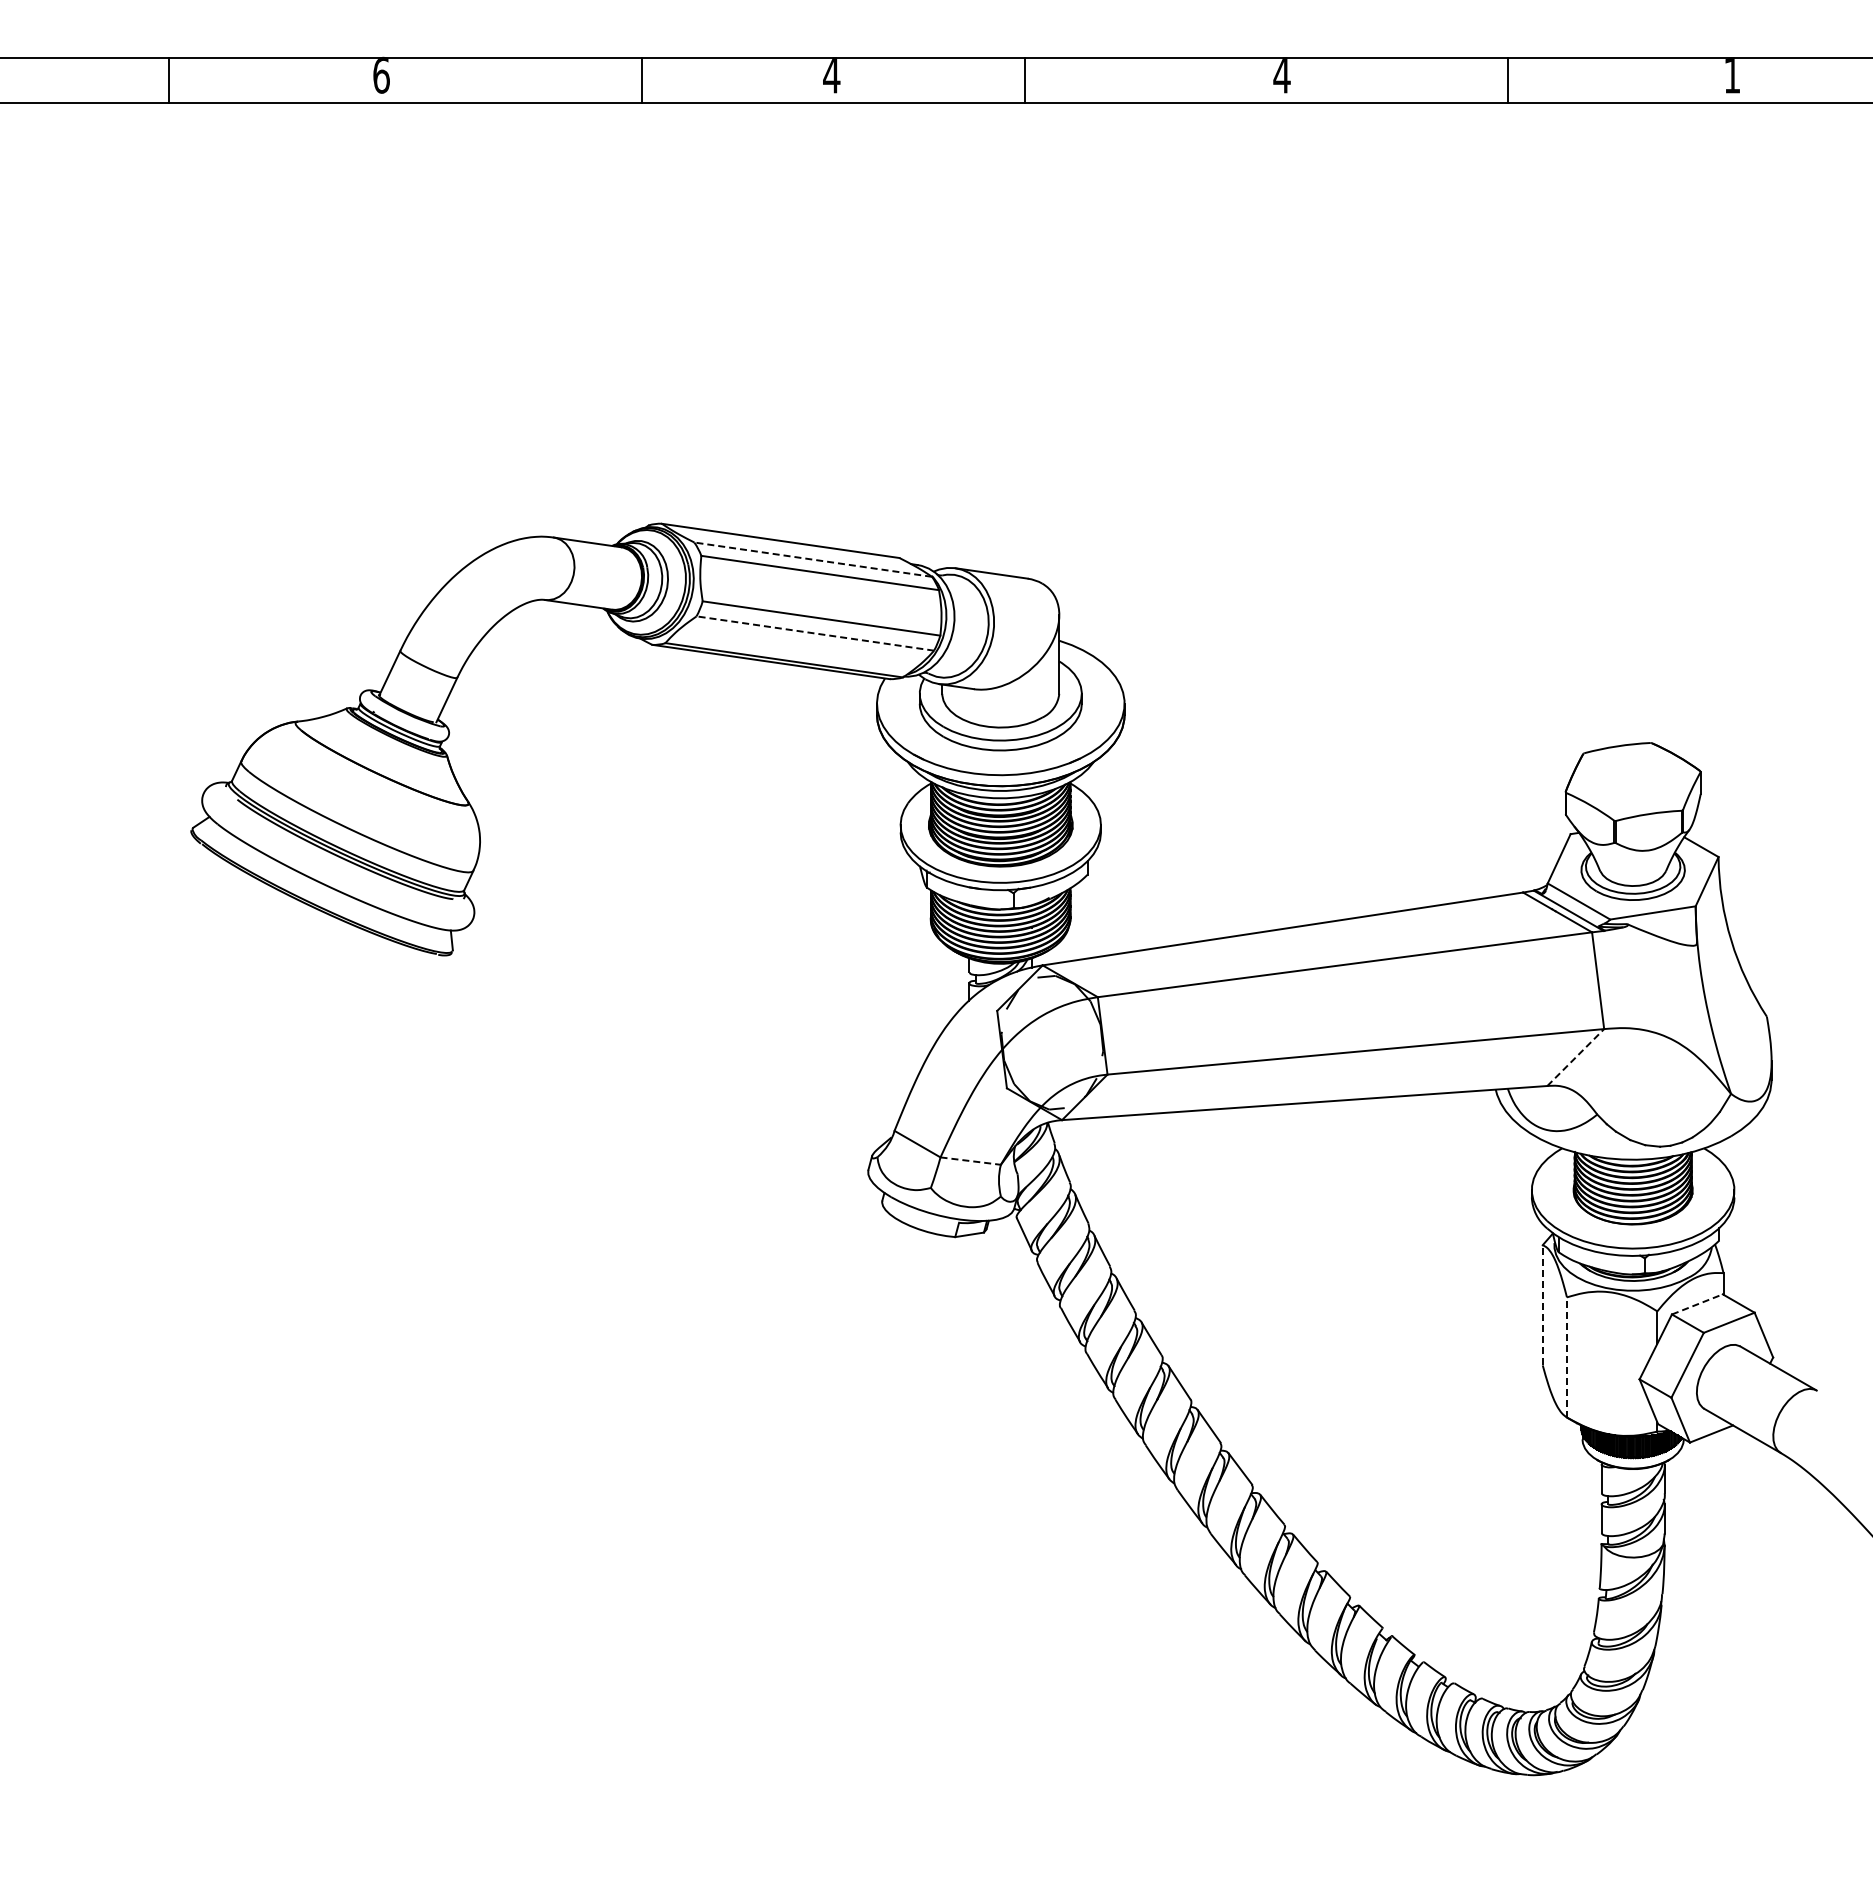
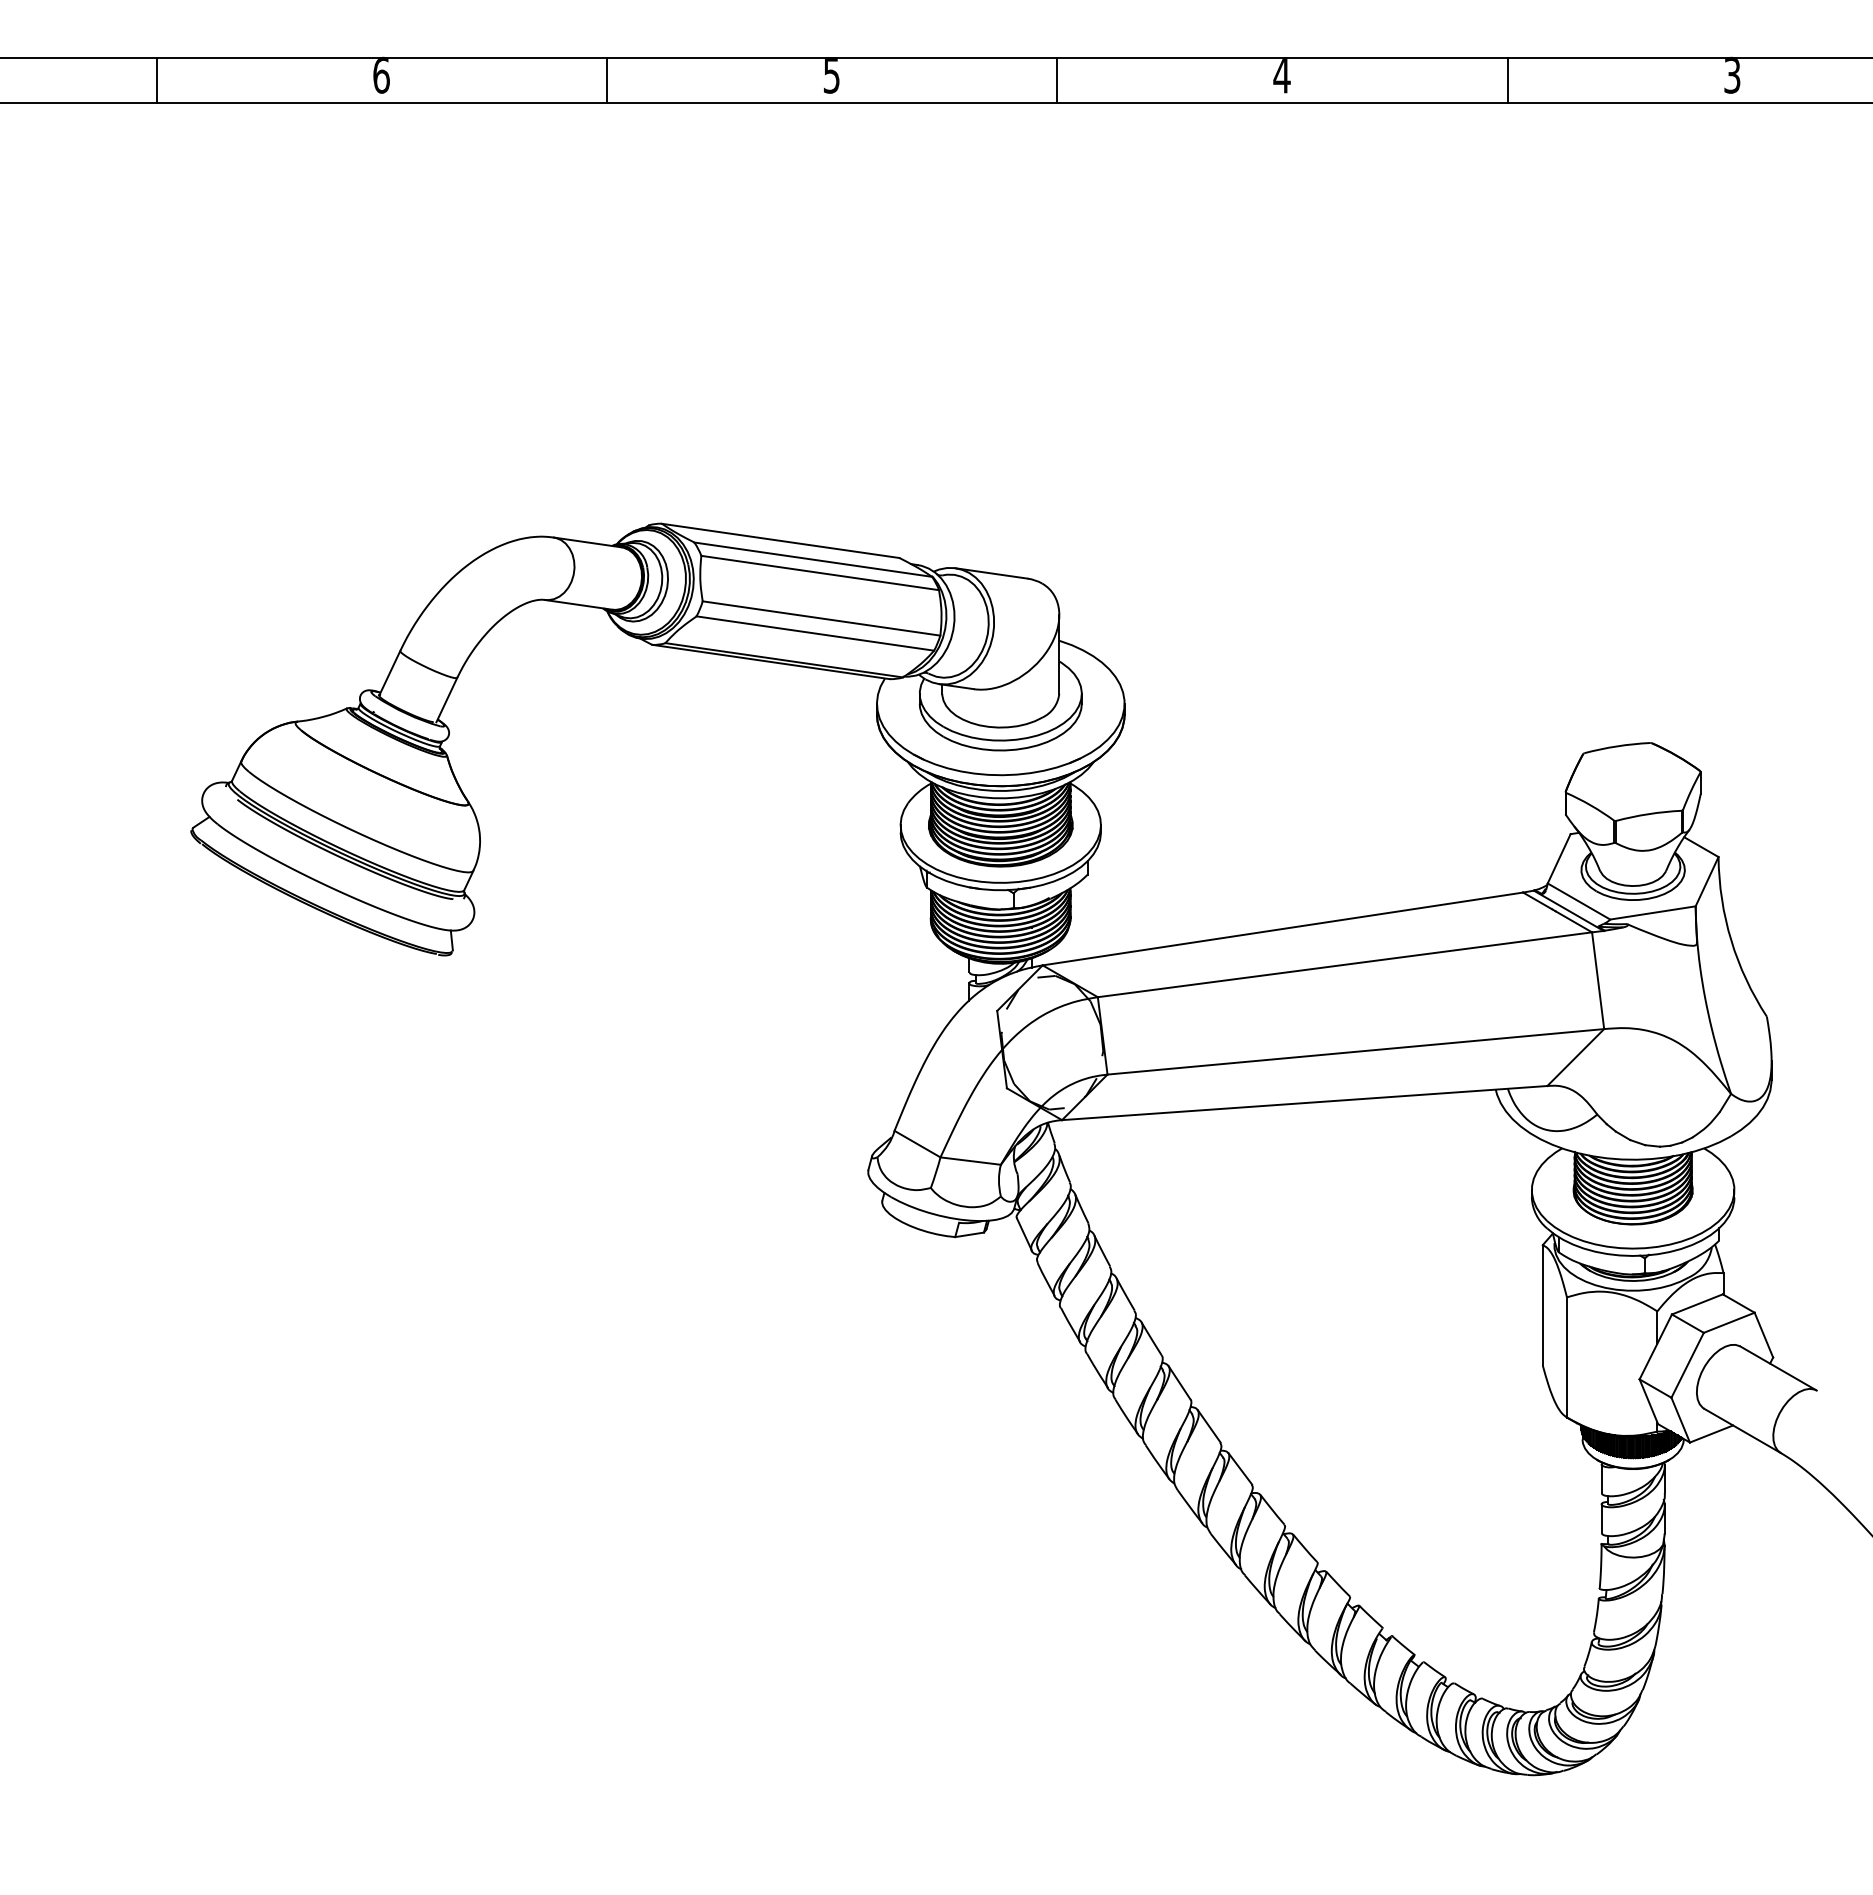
text at (1732, 74): 1 -> 3
text at (831, 76): 4 -> 5
line at (168, 80) position: (168, 80) -> (156, 80)
line at (642, 80) position: (642, 80) -> (607, 80)
line at (1025, 80) position: (1025, 80) -> (1057, 80)
line at (812, 559): dashed -> solid
line at (814, 633): dashed -> solid
line at (1576, 1057): dashed -> solid
line at (971, 1161): dashed -> solid
line at (1542, 1304): dashed -> solid
line at (1697, 1304): dashed -> solid
line at (1566, 1356): dashed -> solid
